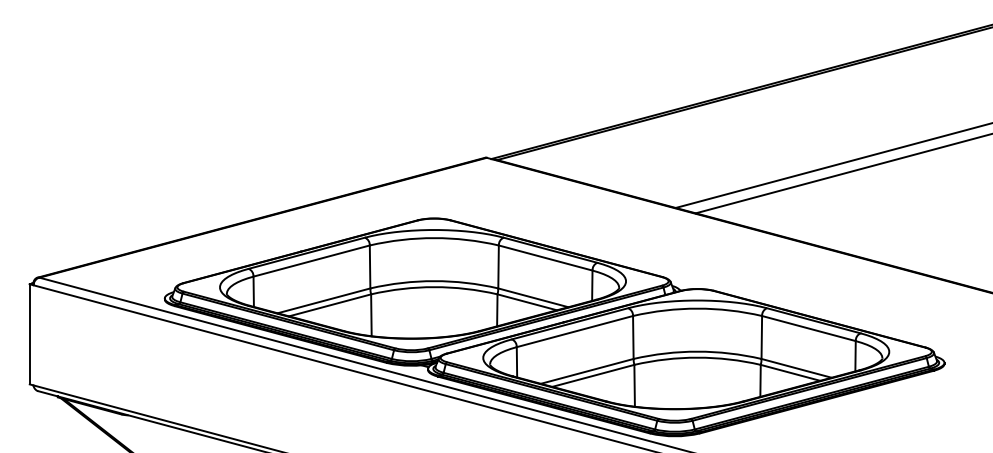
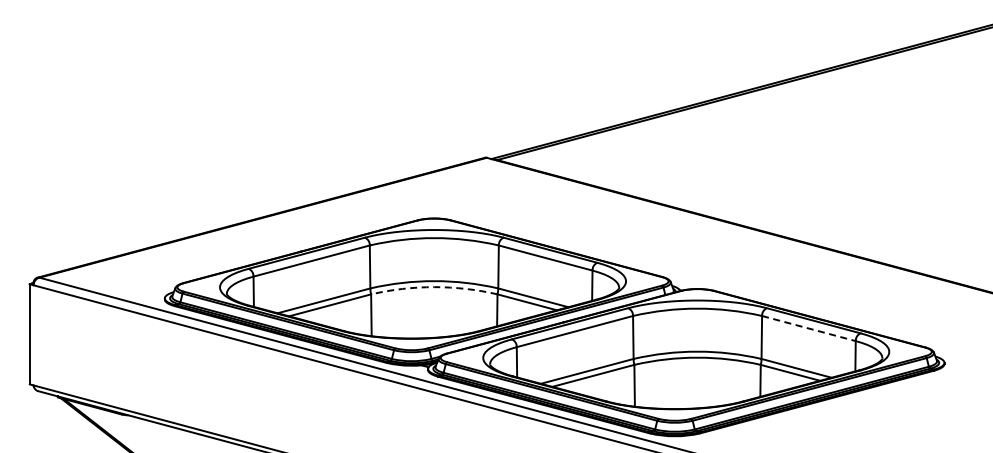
line at (832, 165): present -> none
line at (842, 173): present -> none
arc at (434, 287): solid -> dashed
line at (809, 328): solid -> dashed
